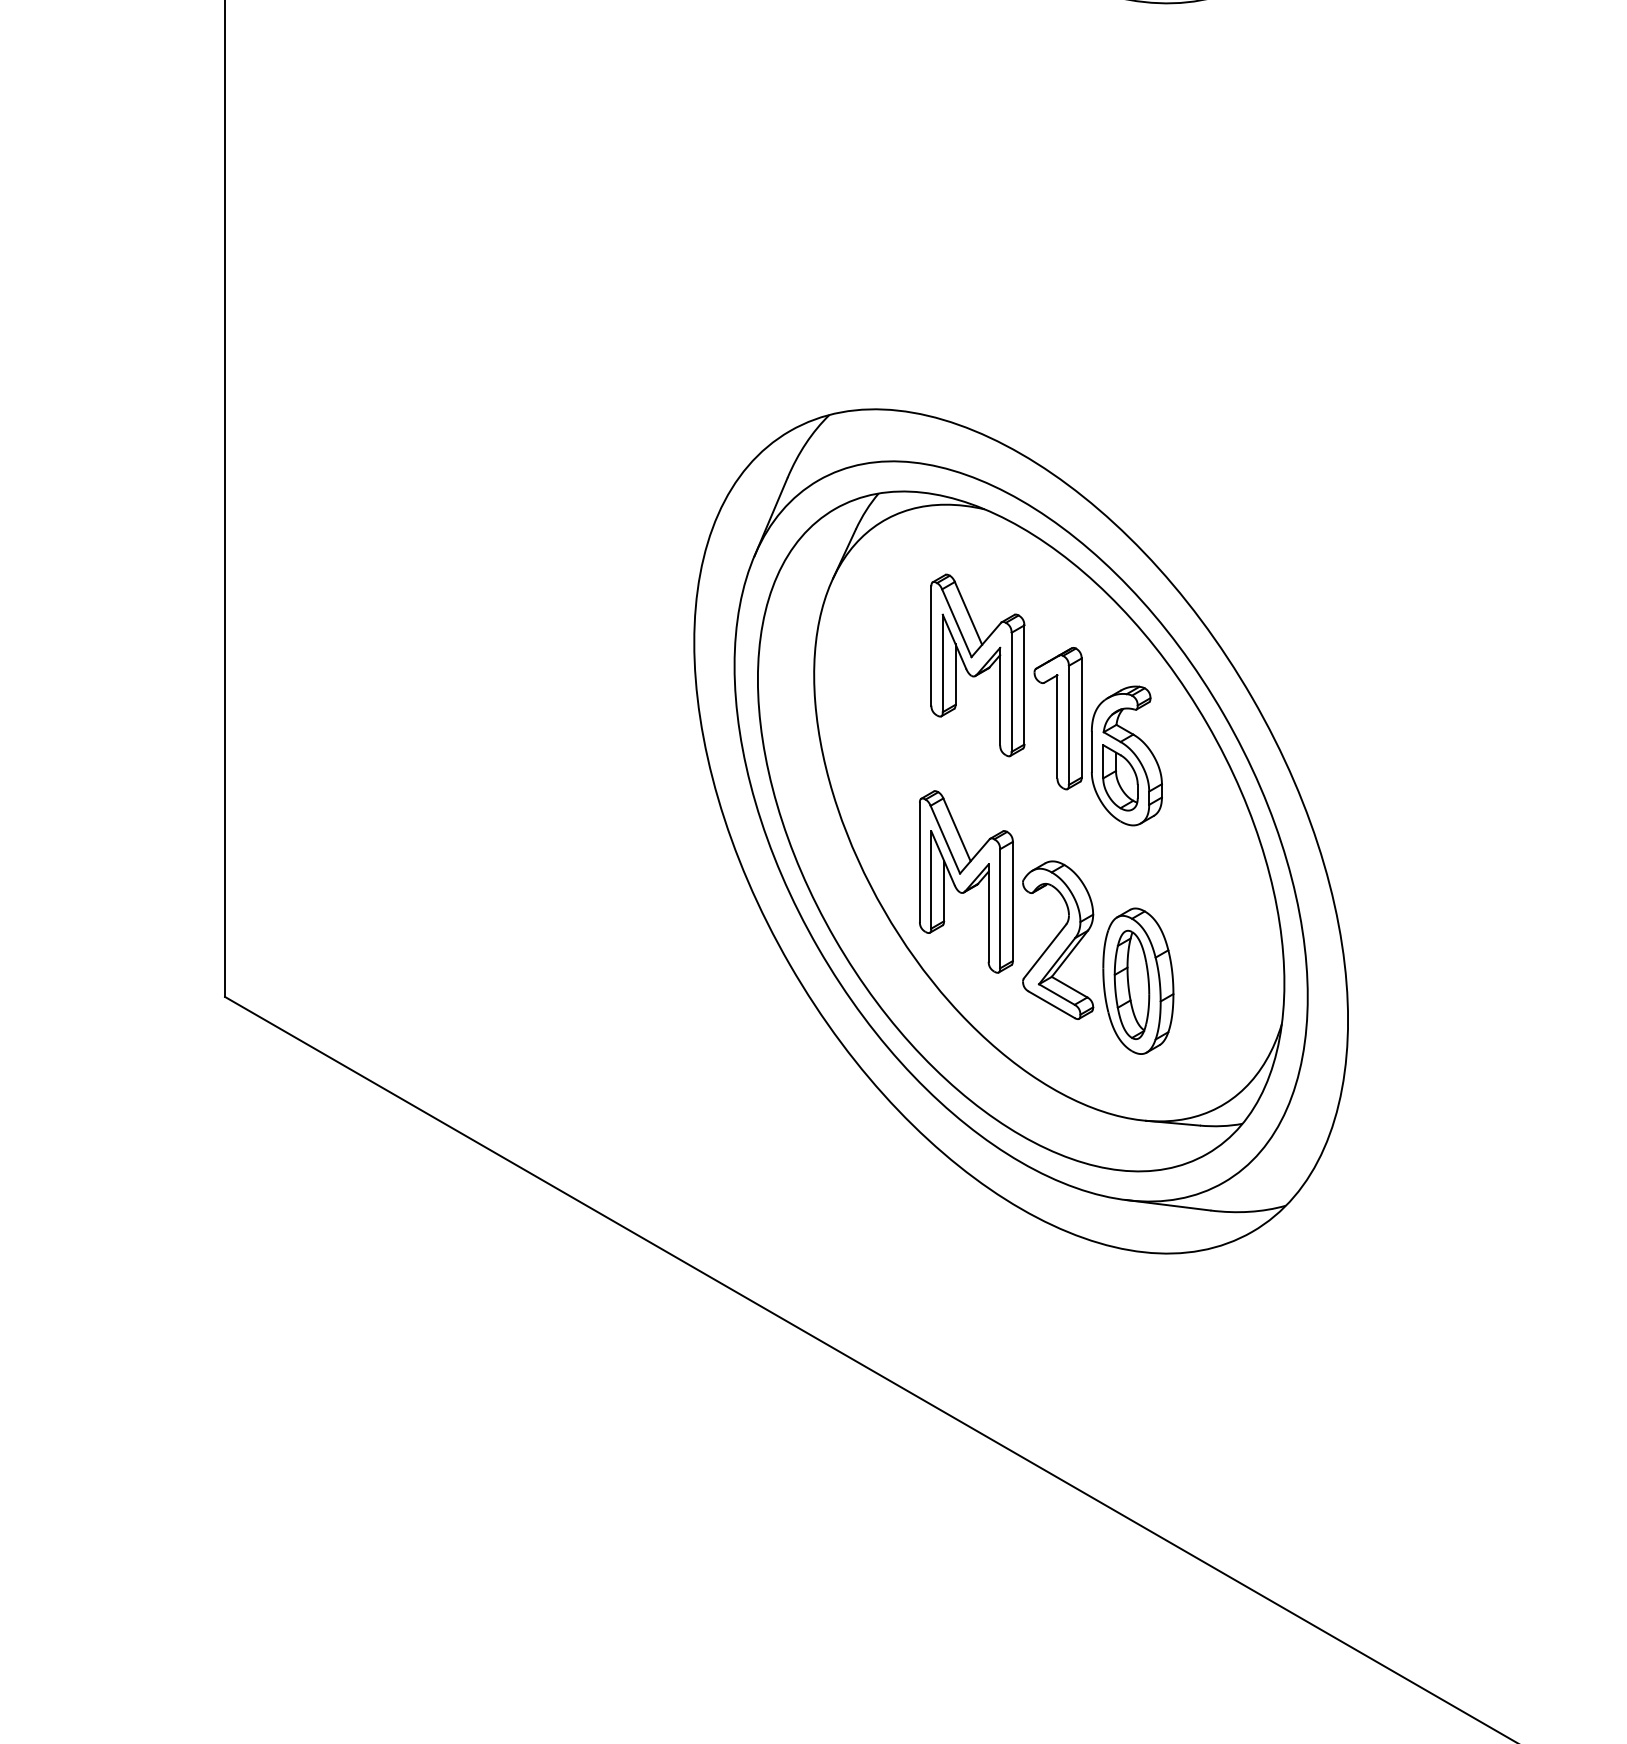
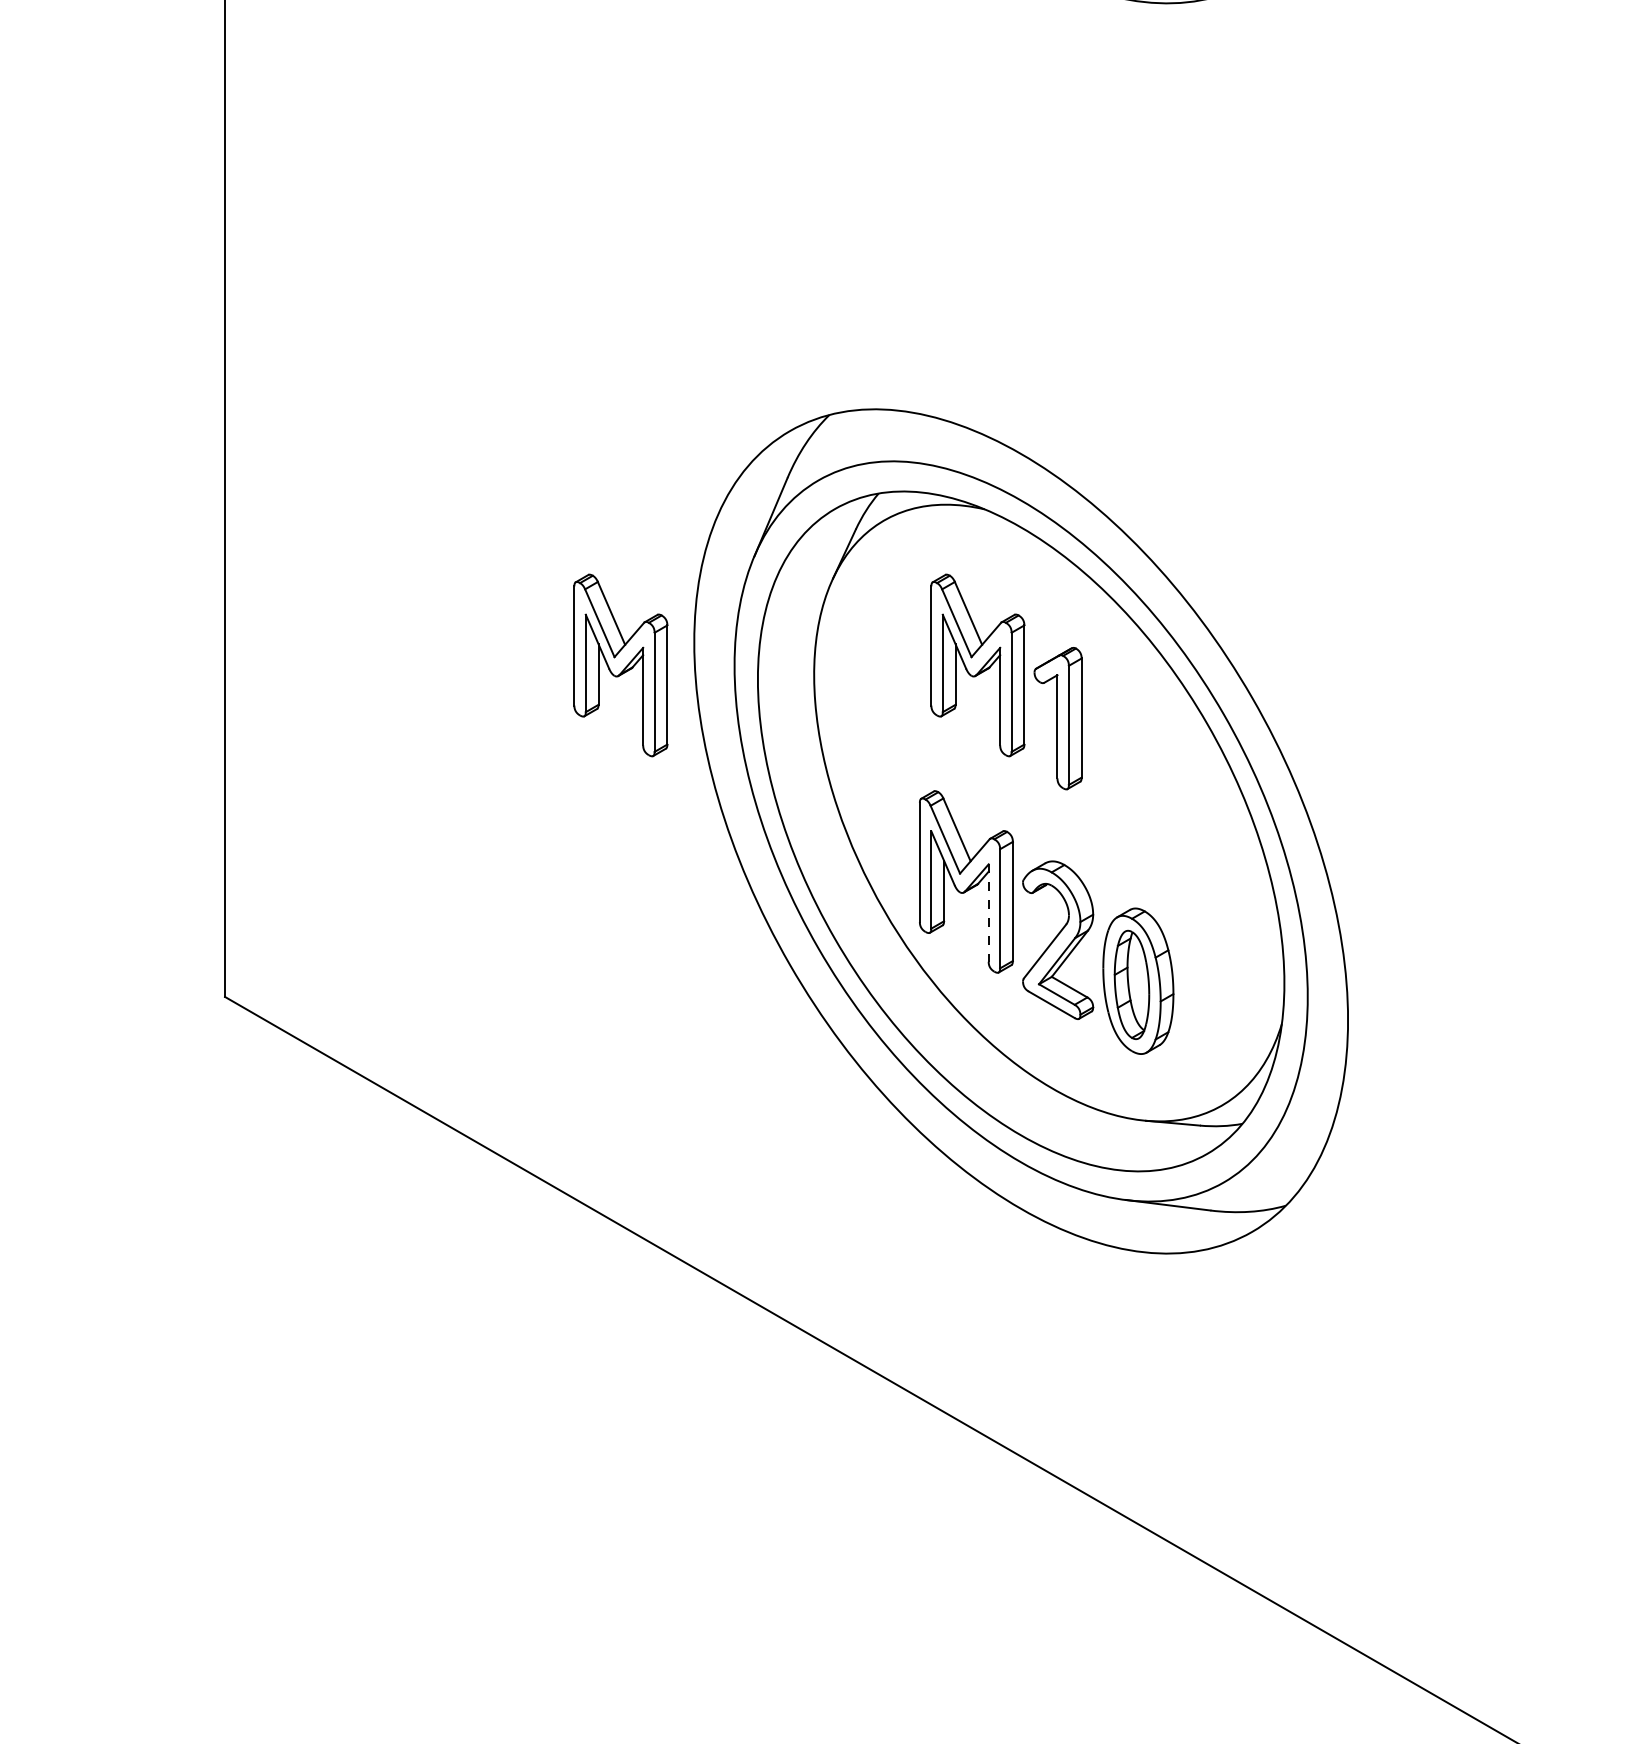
part at (620, 665): none -> present
part at (1126, 755): present -> none
line at (988, 913): solid -> dashed
